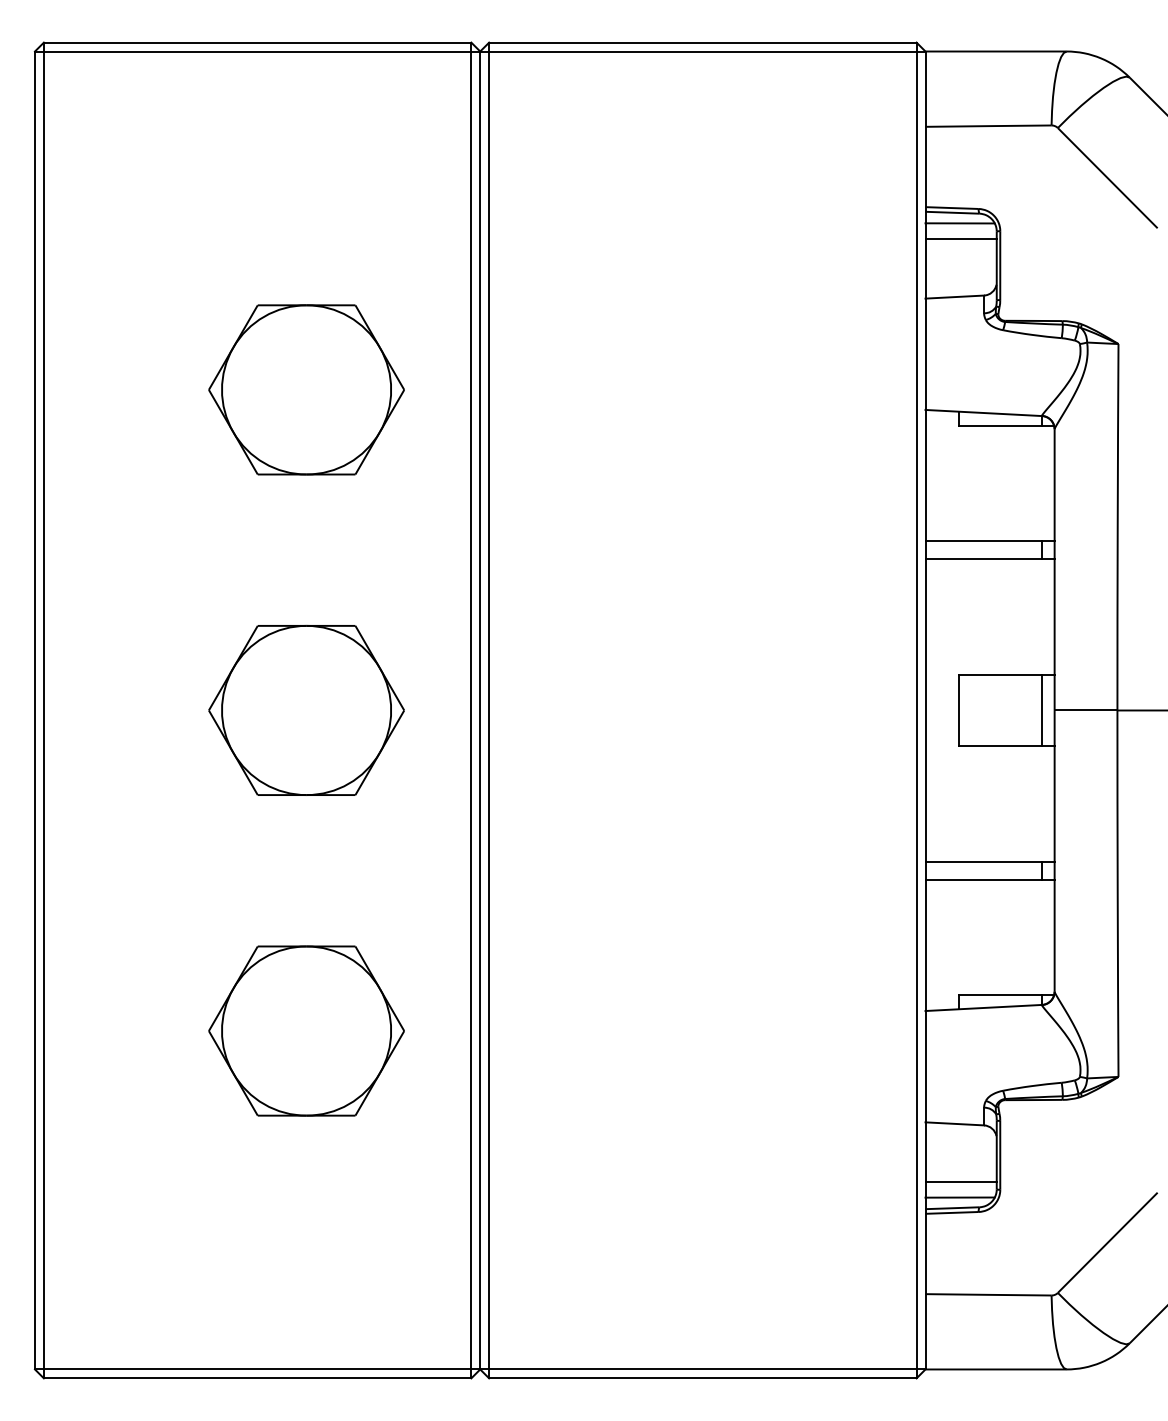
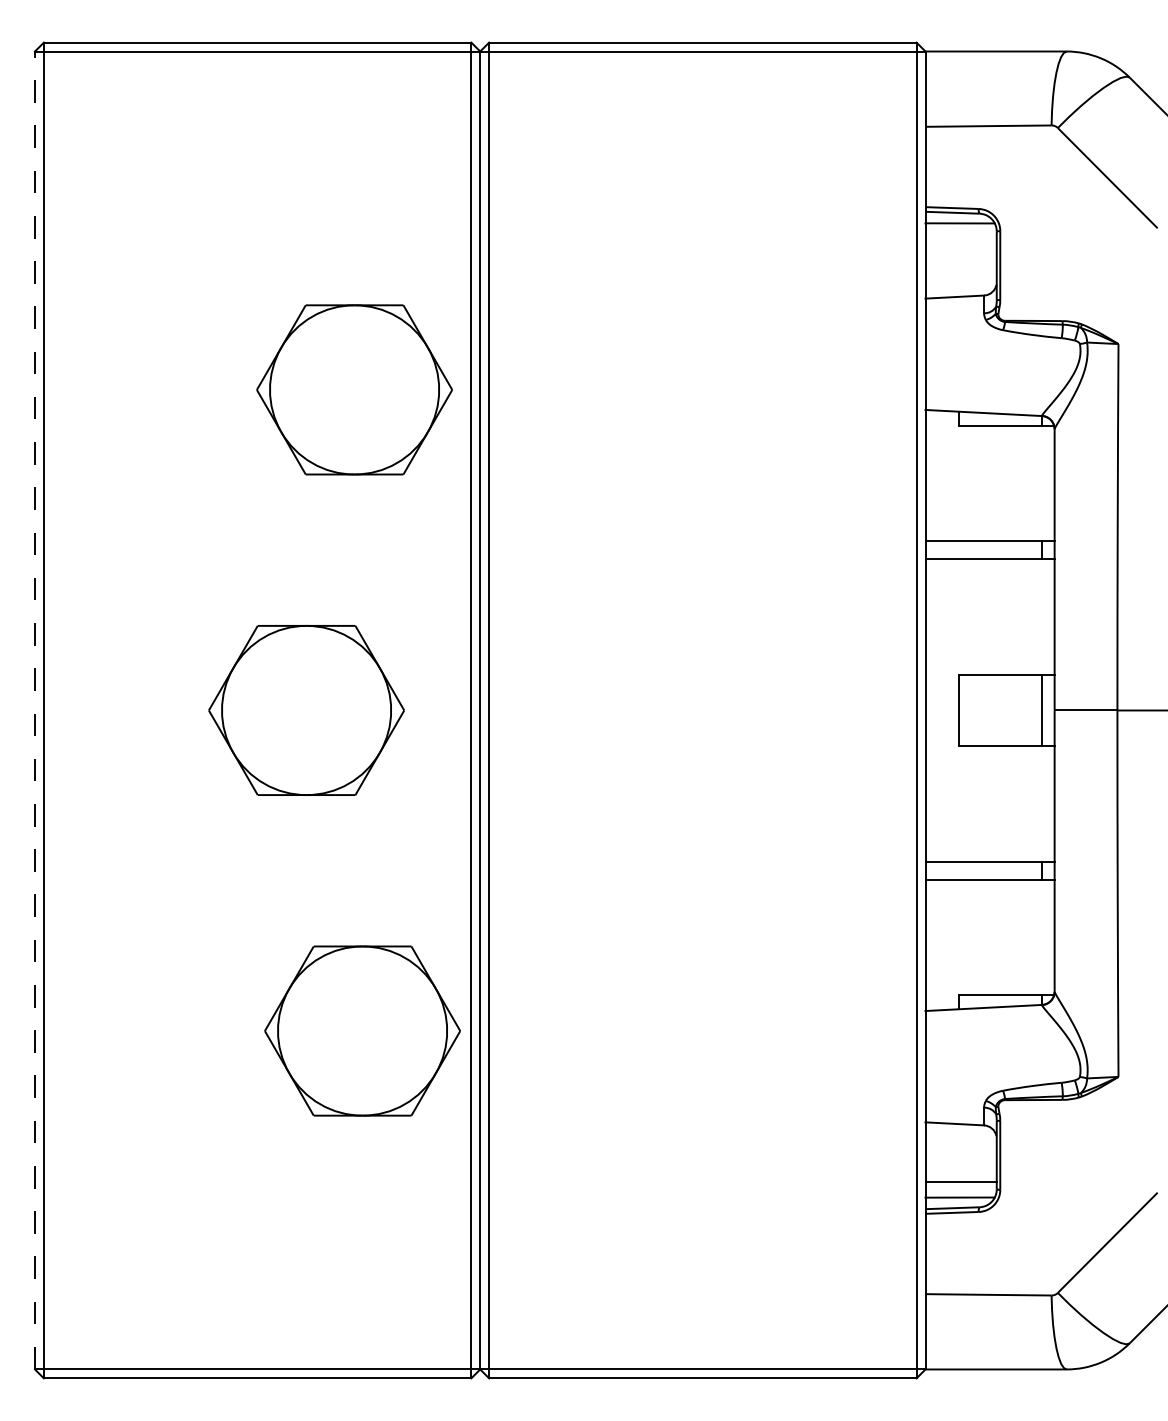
line at (960, 238): present -> none
part at (306, 389) position: (306, 389) -> (354, 389)
line at (34, 710): solid -> dashed
part at (306, 1030) position: (306, 1030) -> (362, 1030)
